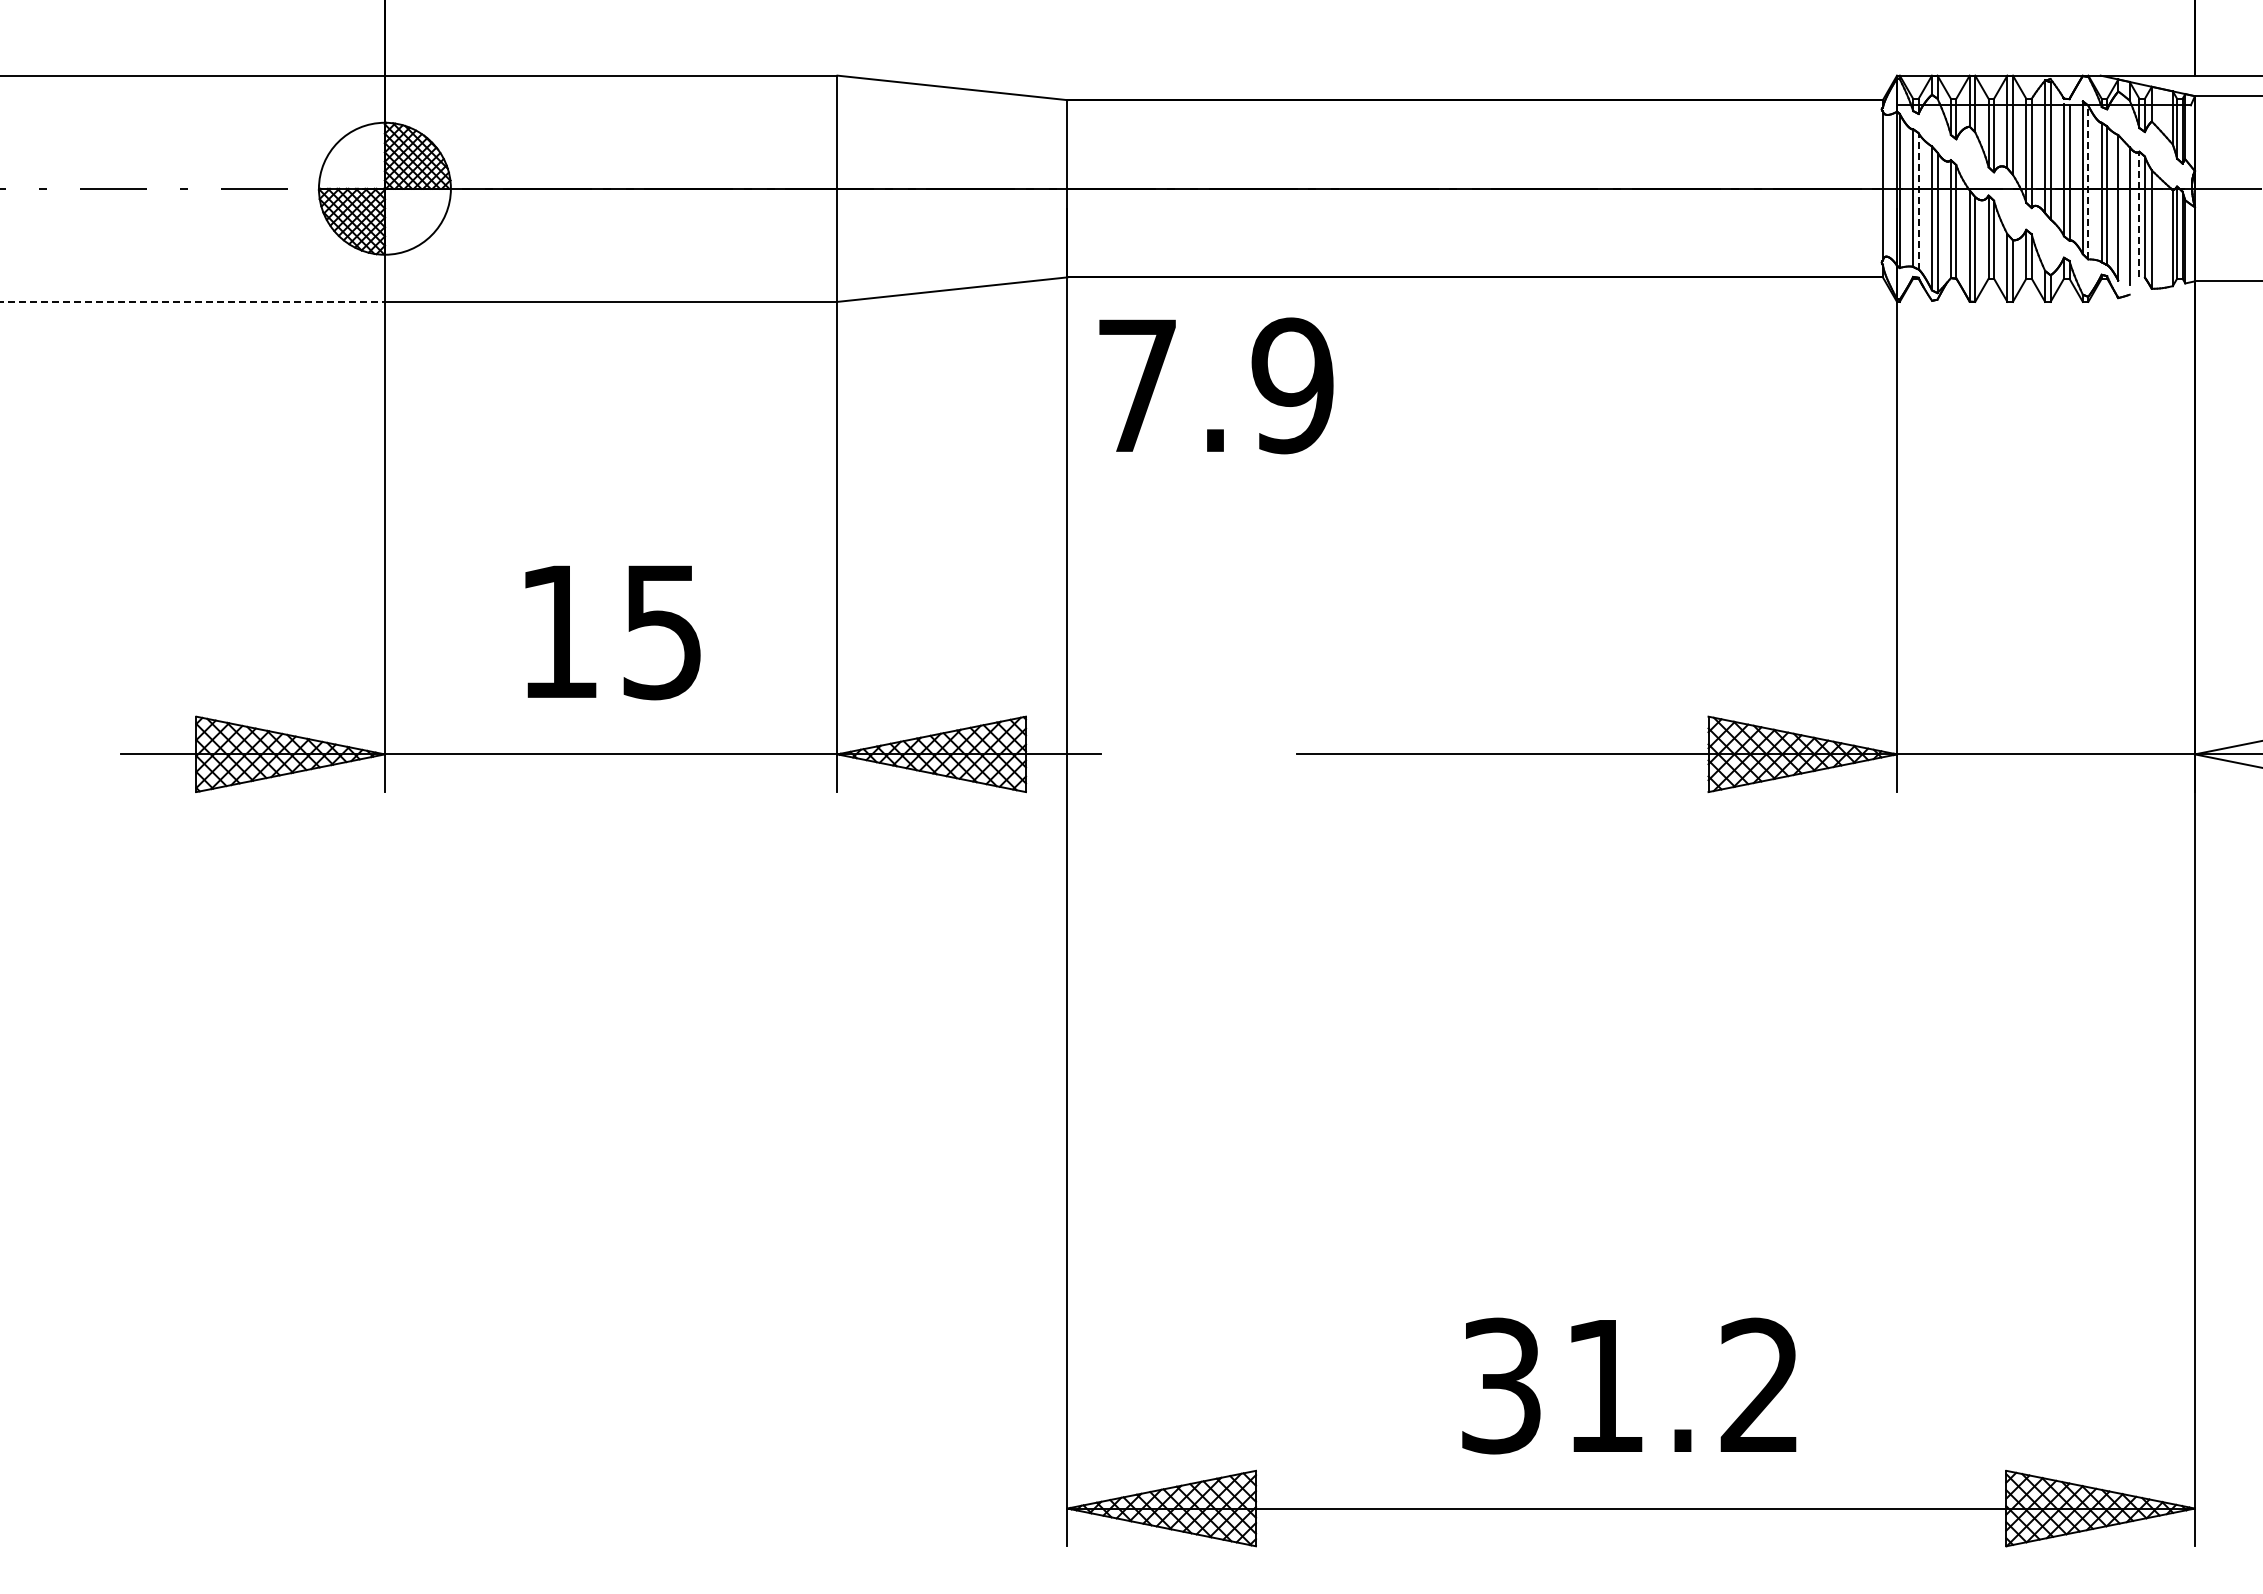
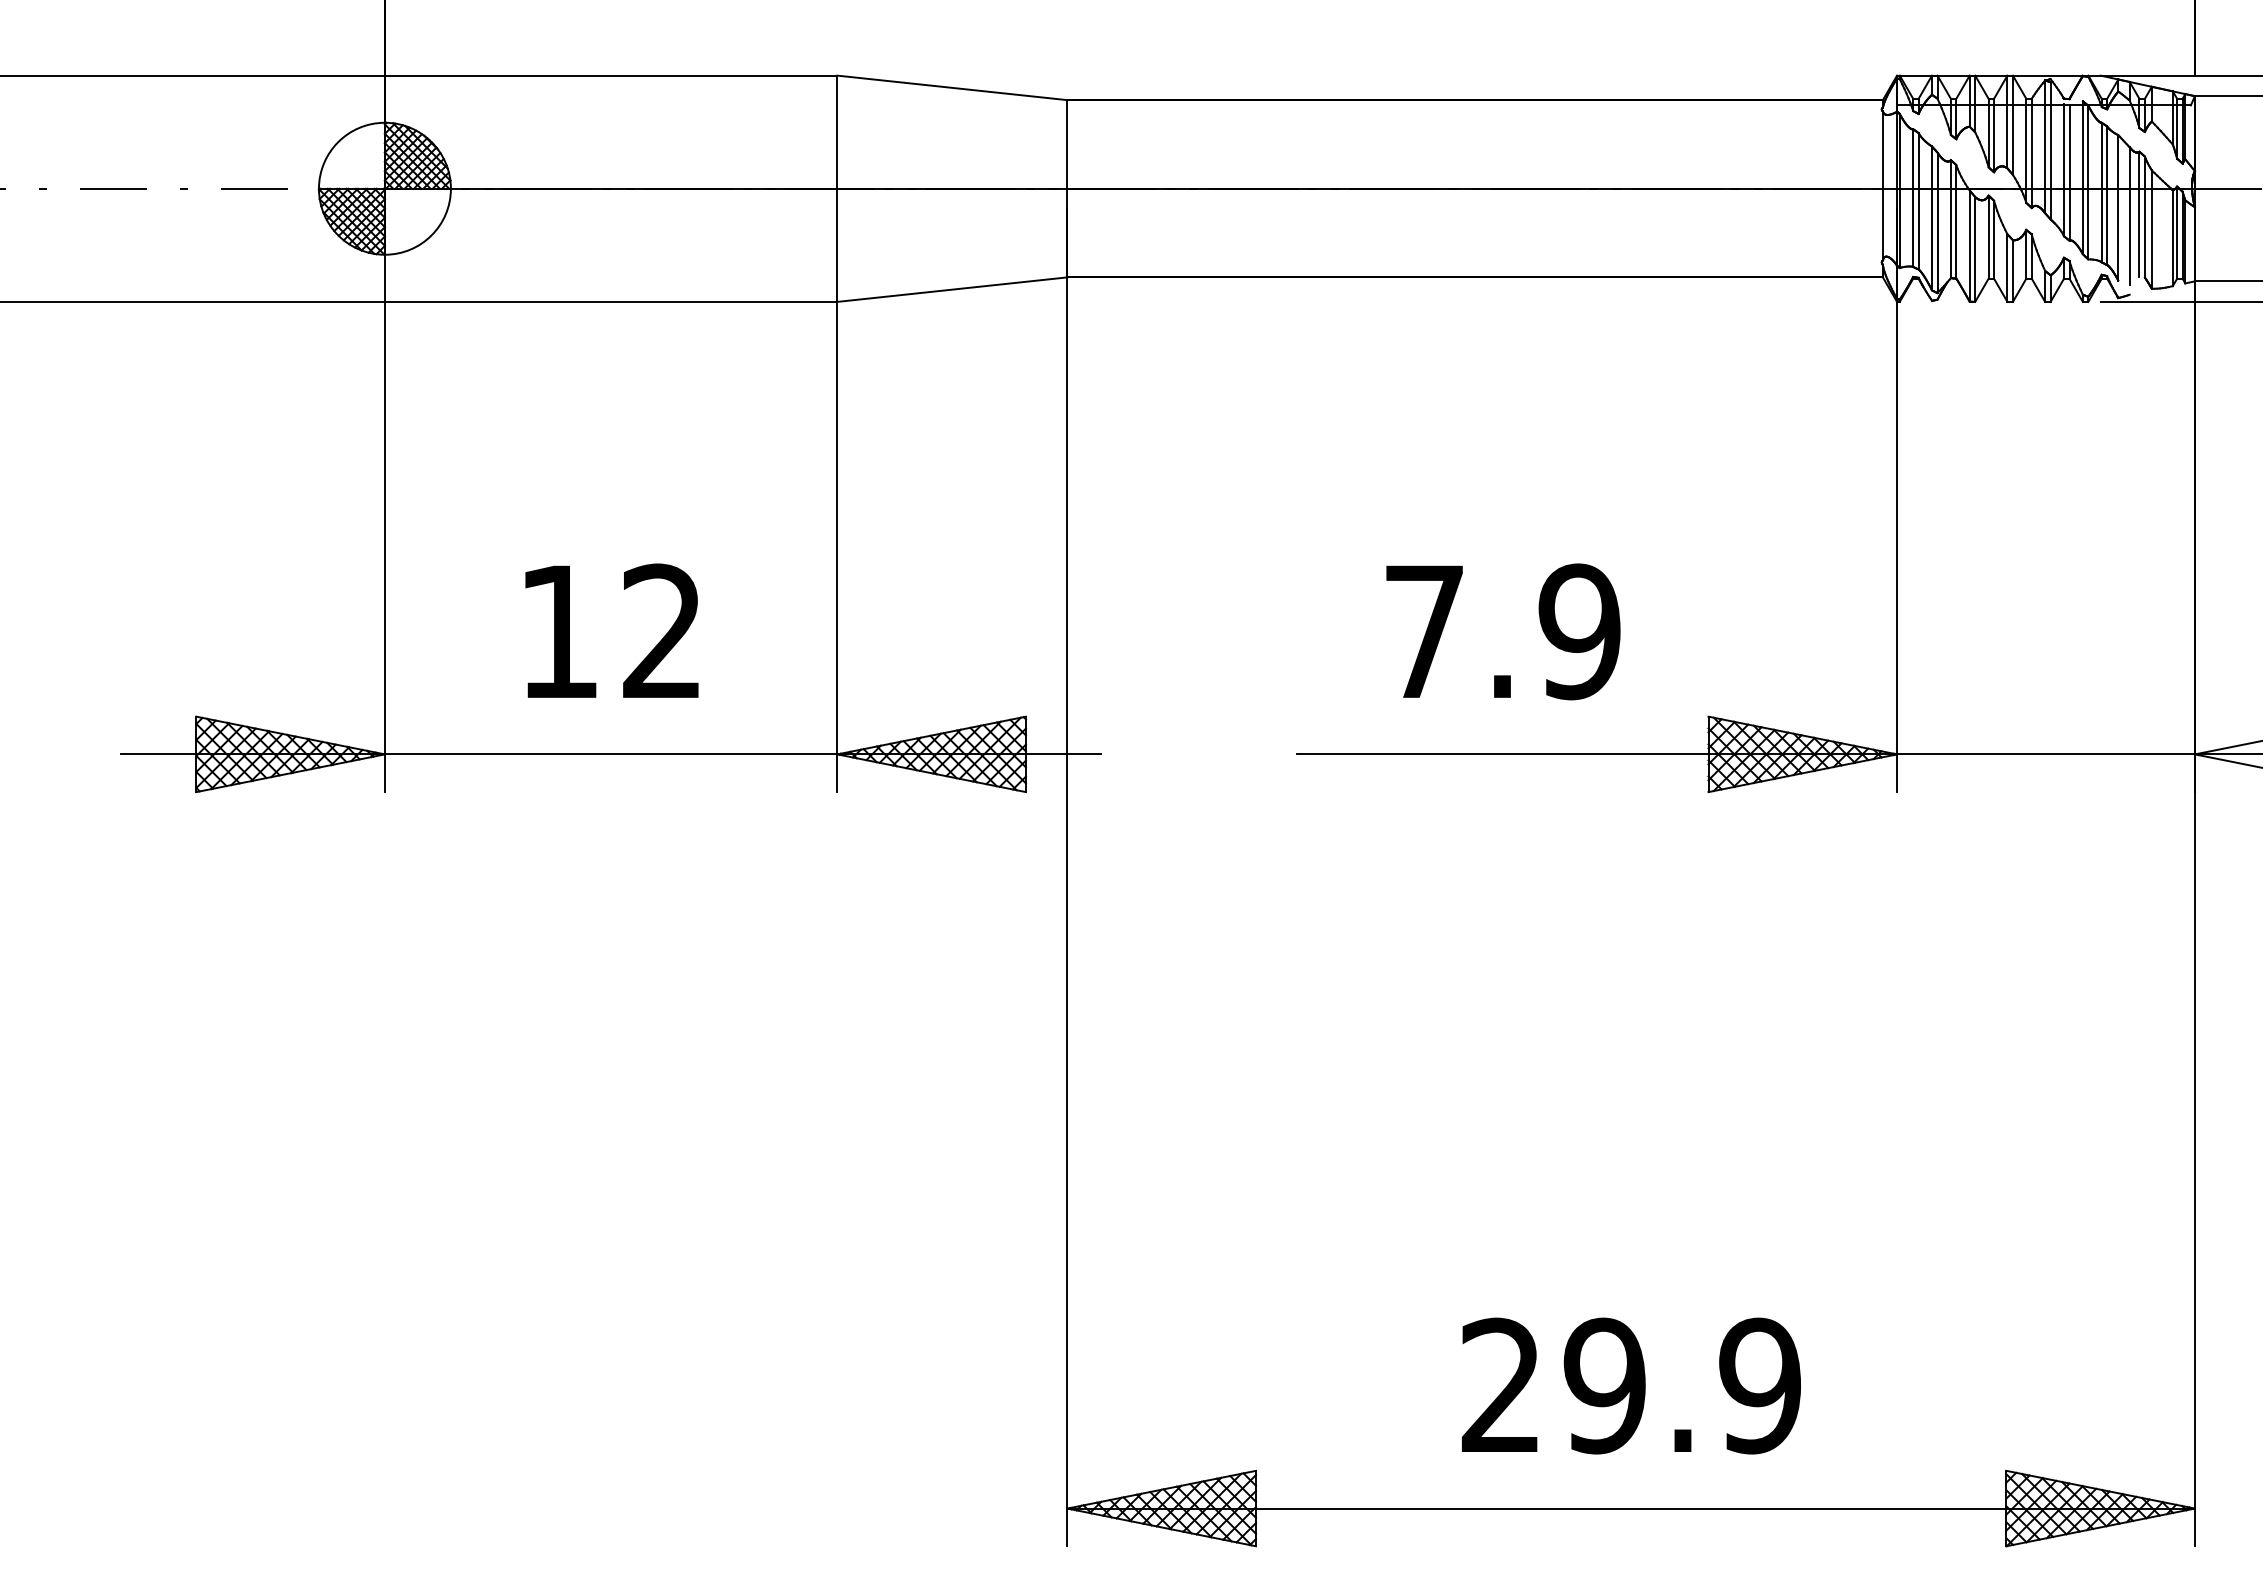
line at (2088, 182): dashed -> solid
line at (1918, 200): dashed -> solid
line at (2139, 213): dashed -> solid
line at (193, 301): dashed -> solid
line at (2179, 301): none -> present
text at (1216, 385) position: (1216, 385) -> (1503, 631)
text at (661, 631): 15 -> 12
text at (1630, 1385): 31.2 -> 29.9
